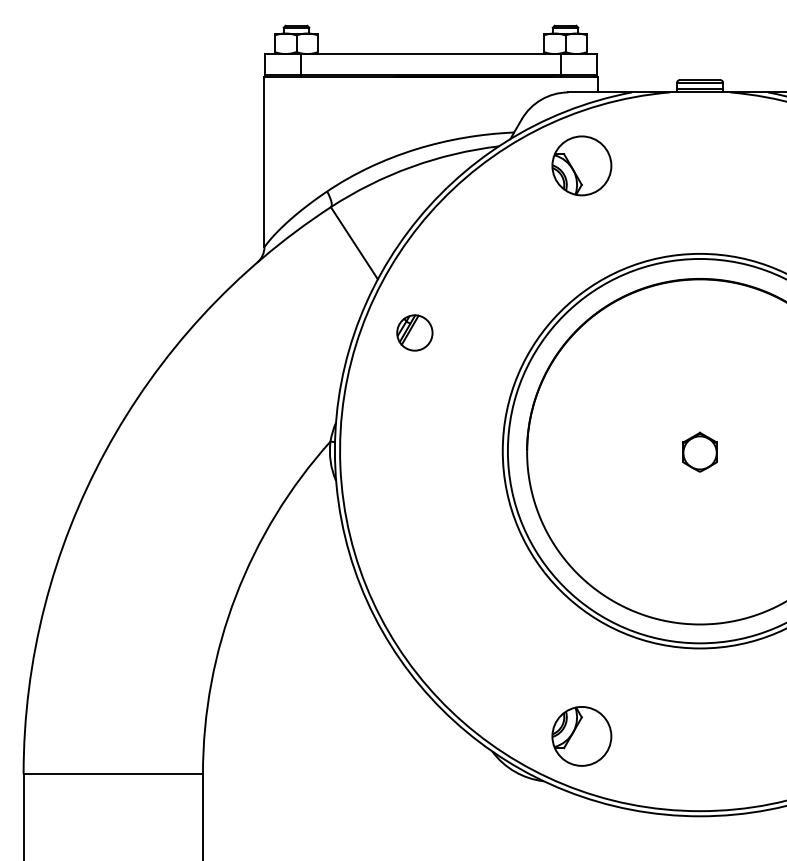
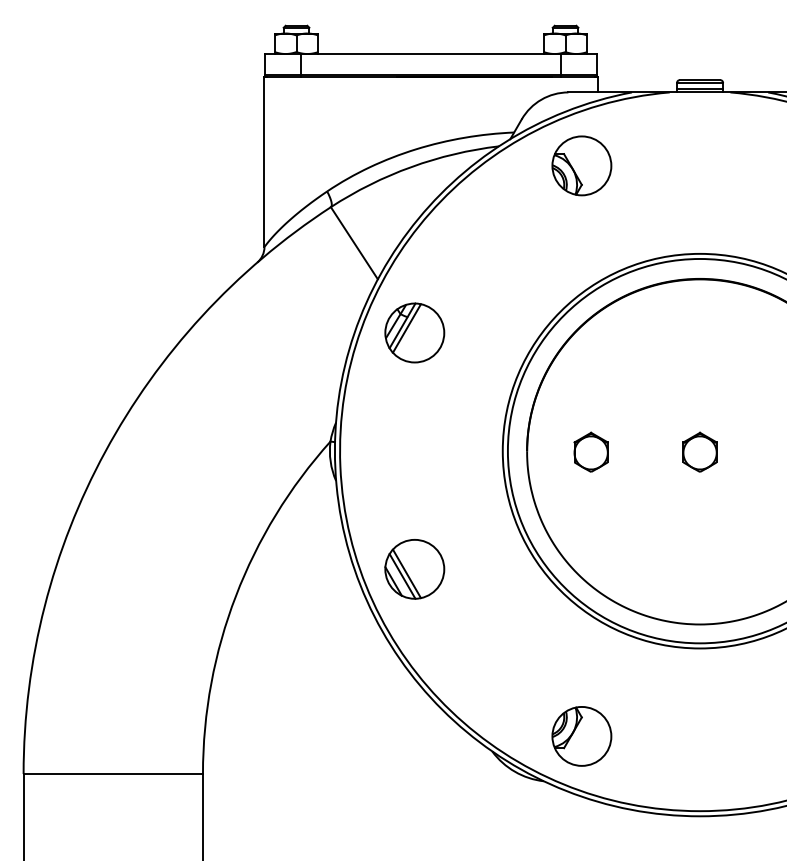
part at (414, 332) size: 38x38 px -> 62x62 px
part at (590, 451): none -> present
part at (414, 569): none -> present
